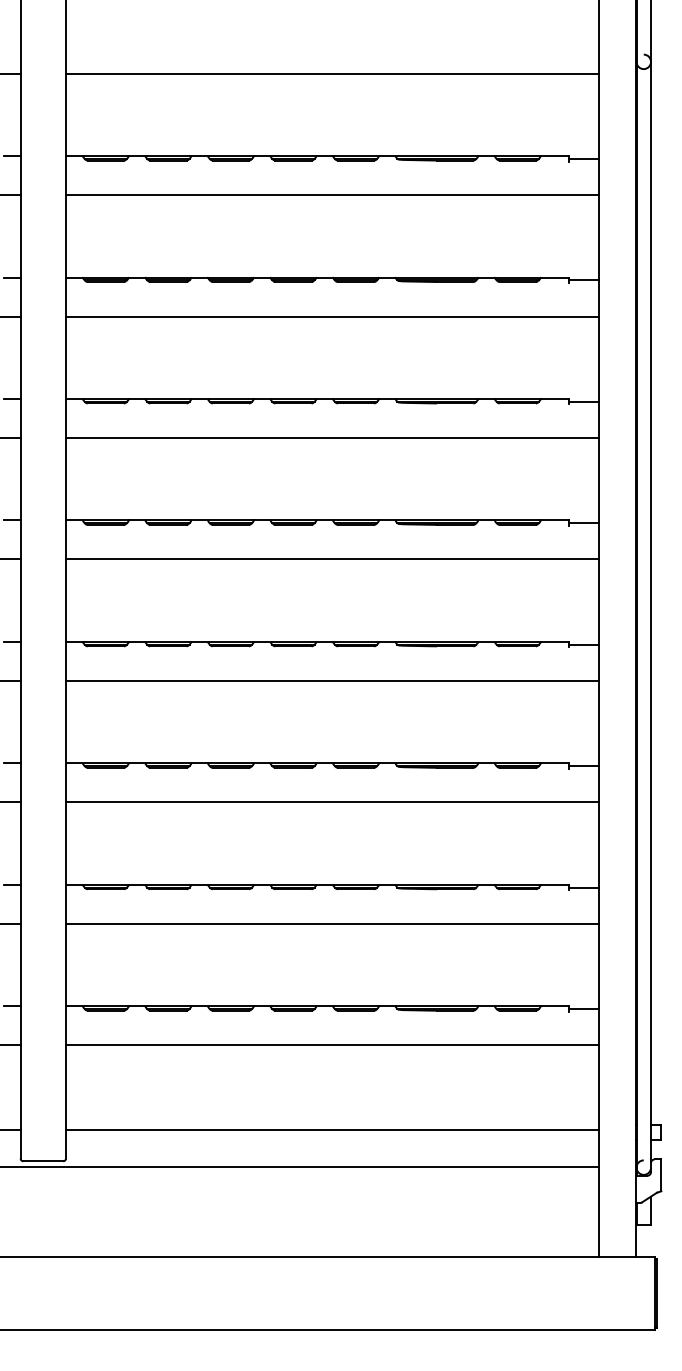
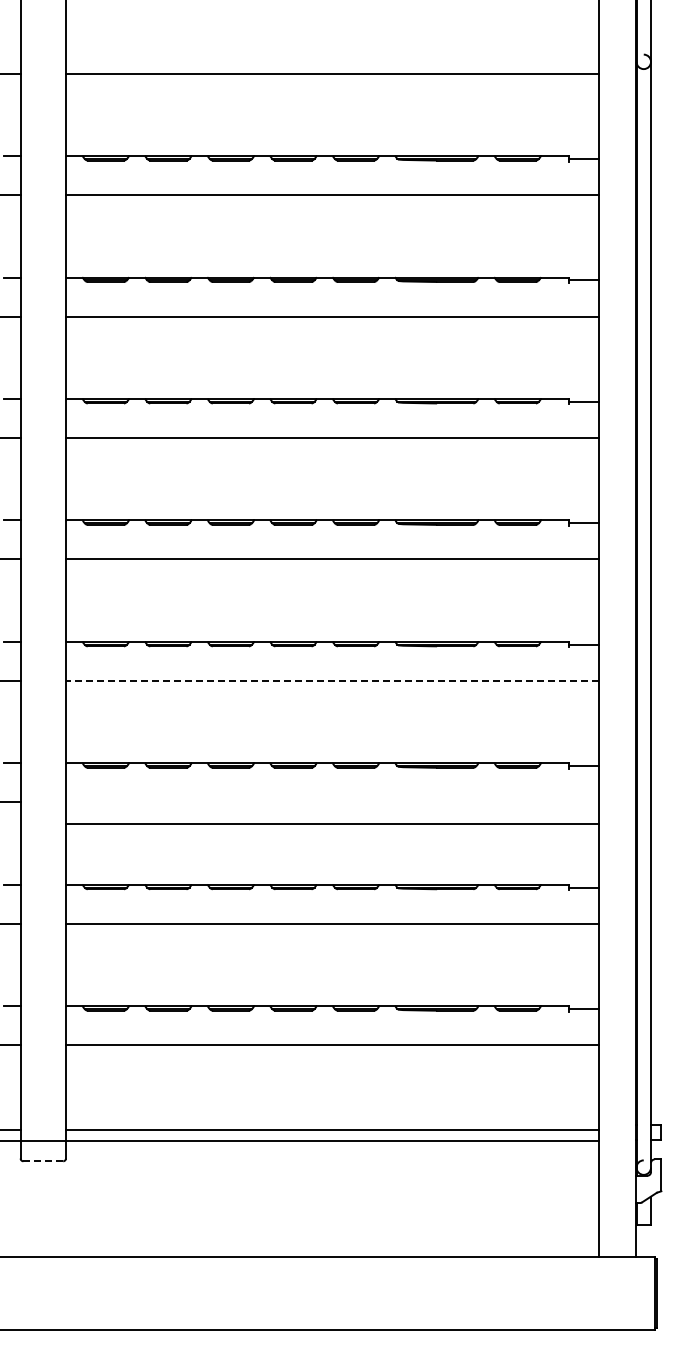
line at (332, 680): solid -> dashed
line at (332, 802) position: (332, 802) -> (332, 824)
line at (43, 1161): solid -> dashed
line at (300, 1166) position: (300, 1166) -> (300, 1140)
